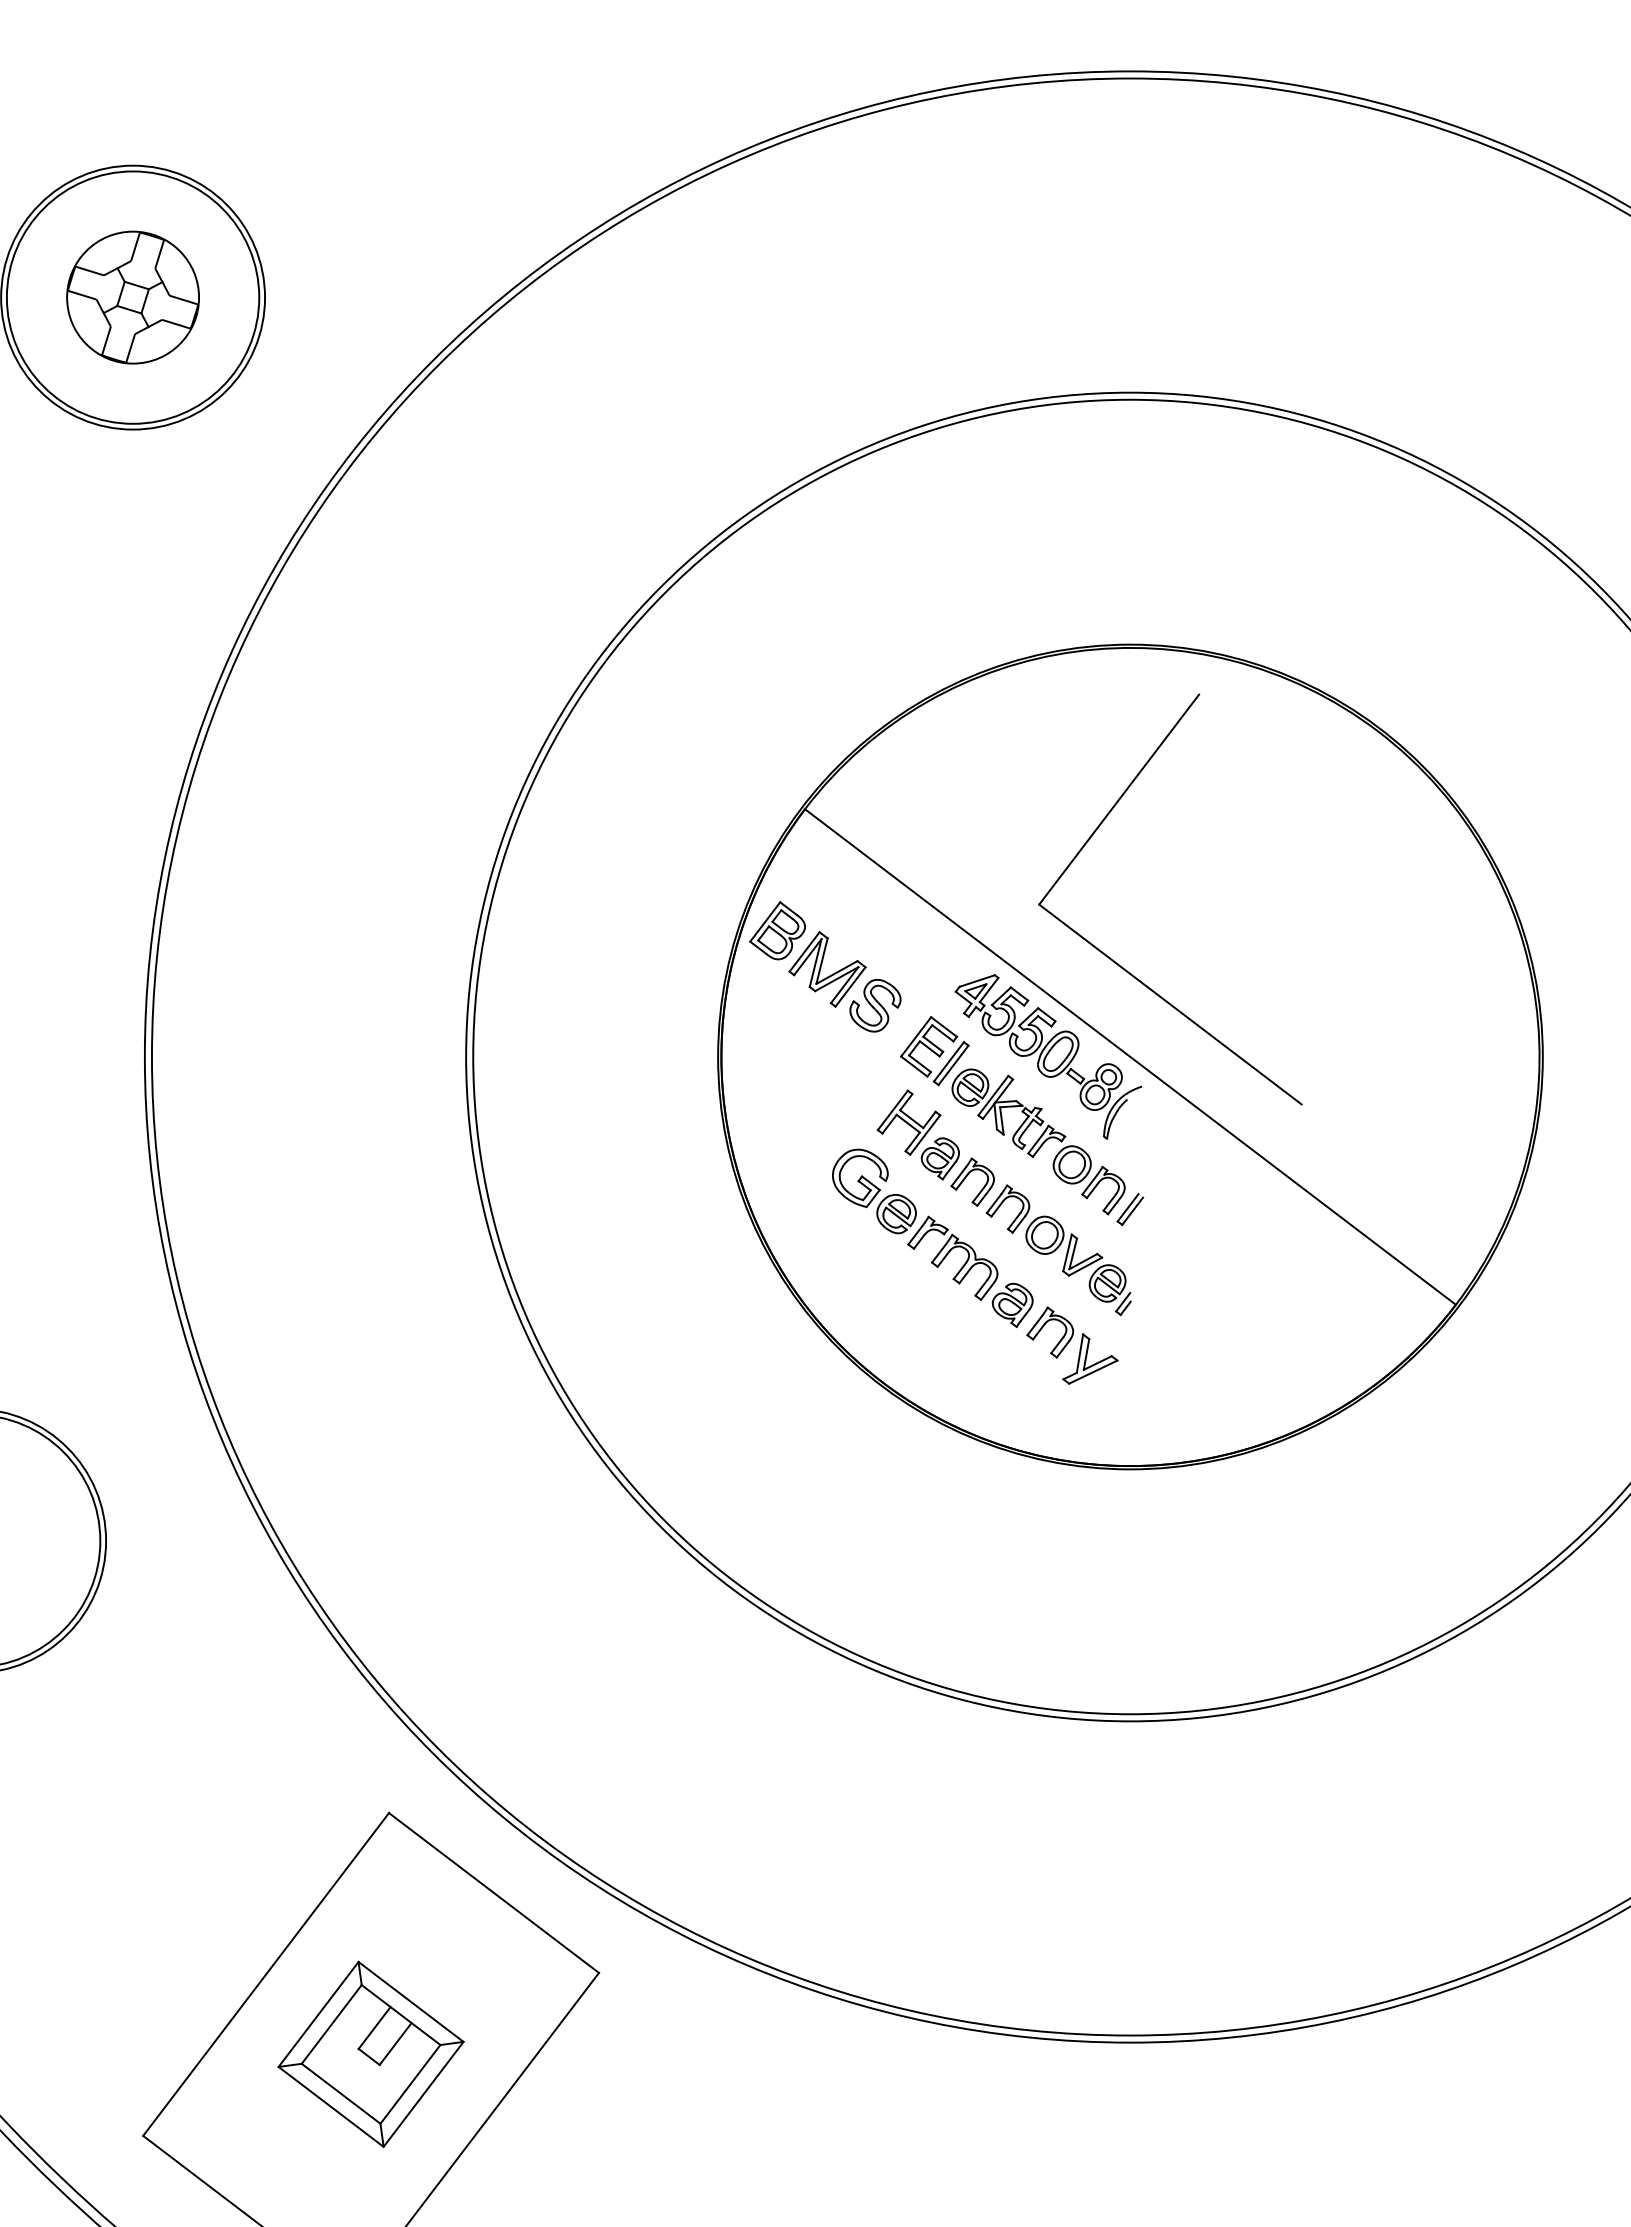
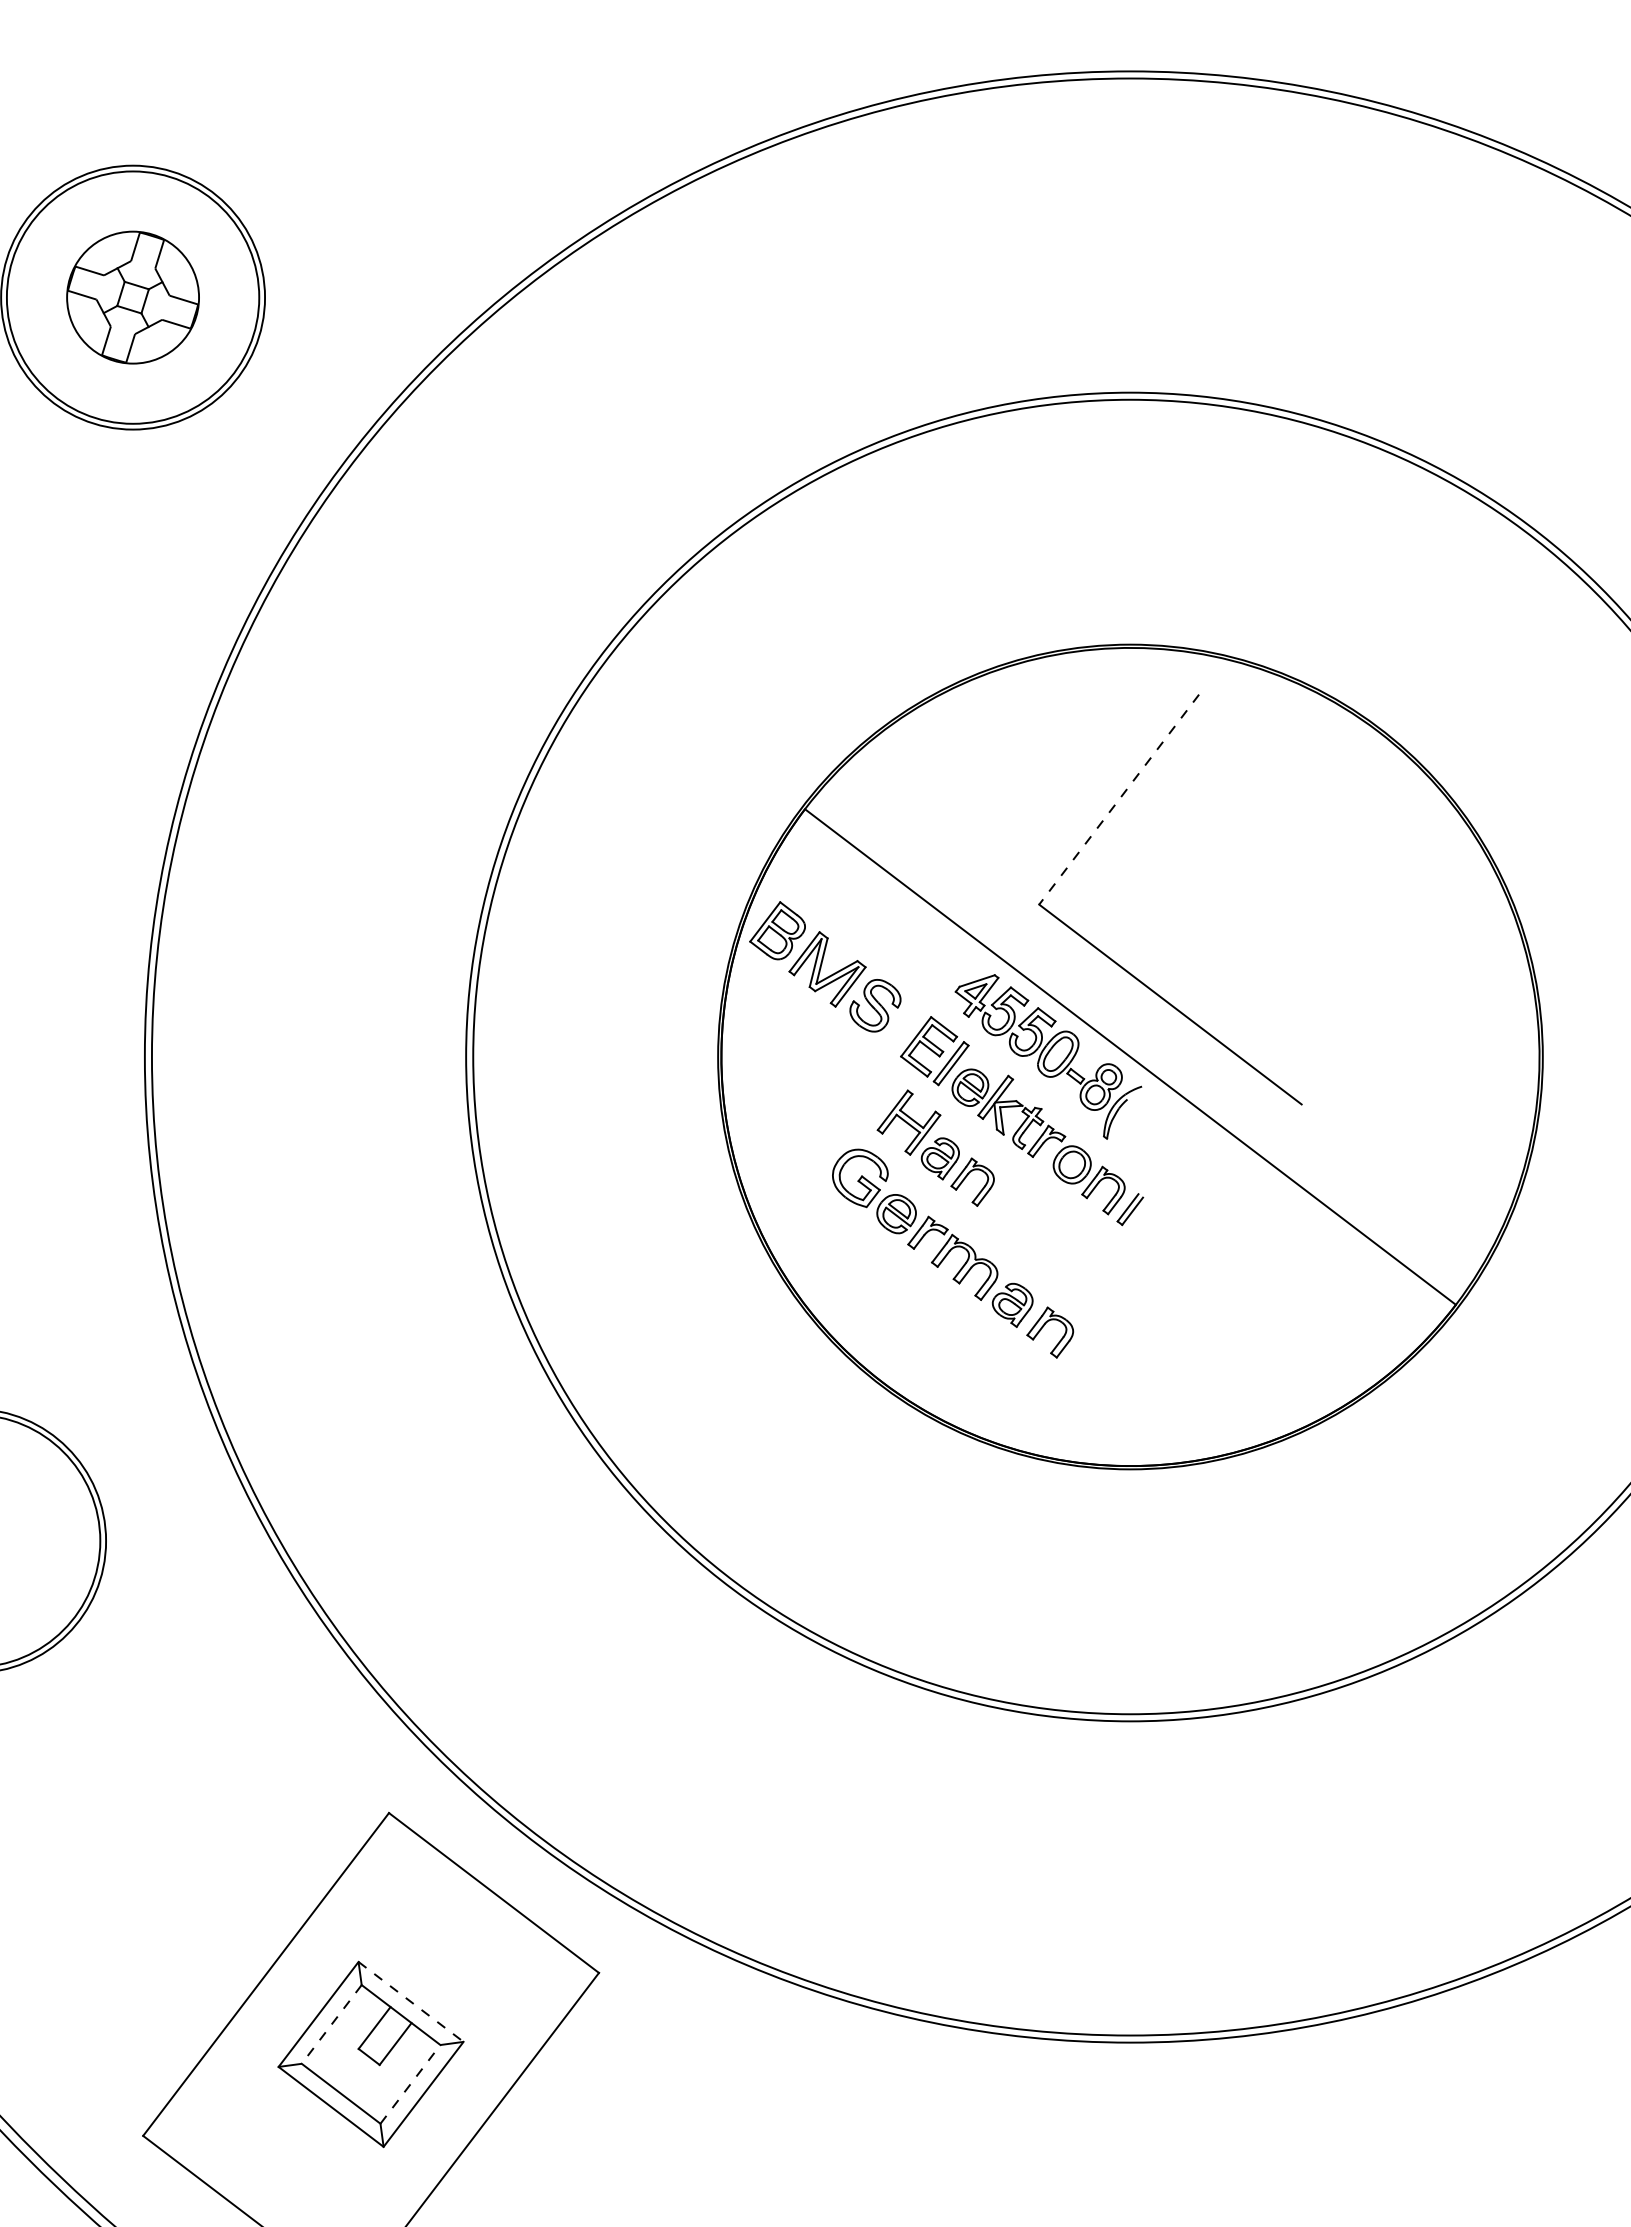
line at (1119, 799): solid -> dashed
part at (1058, 1250): present -> none
part at (1090, 1358): present -> none
line at (411, 2001): solid -> dashed
line at (331, 2024): solid -> dashed
line at (410, 2083): solid -> dashed
